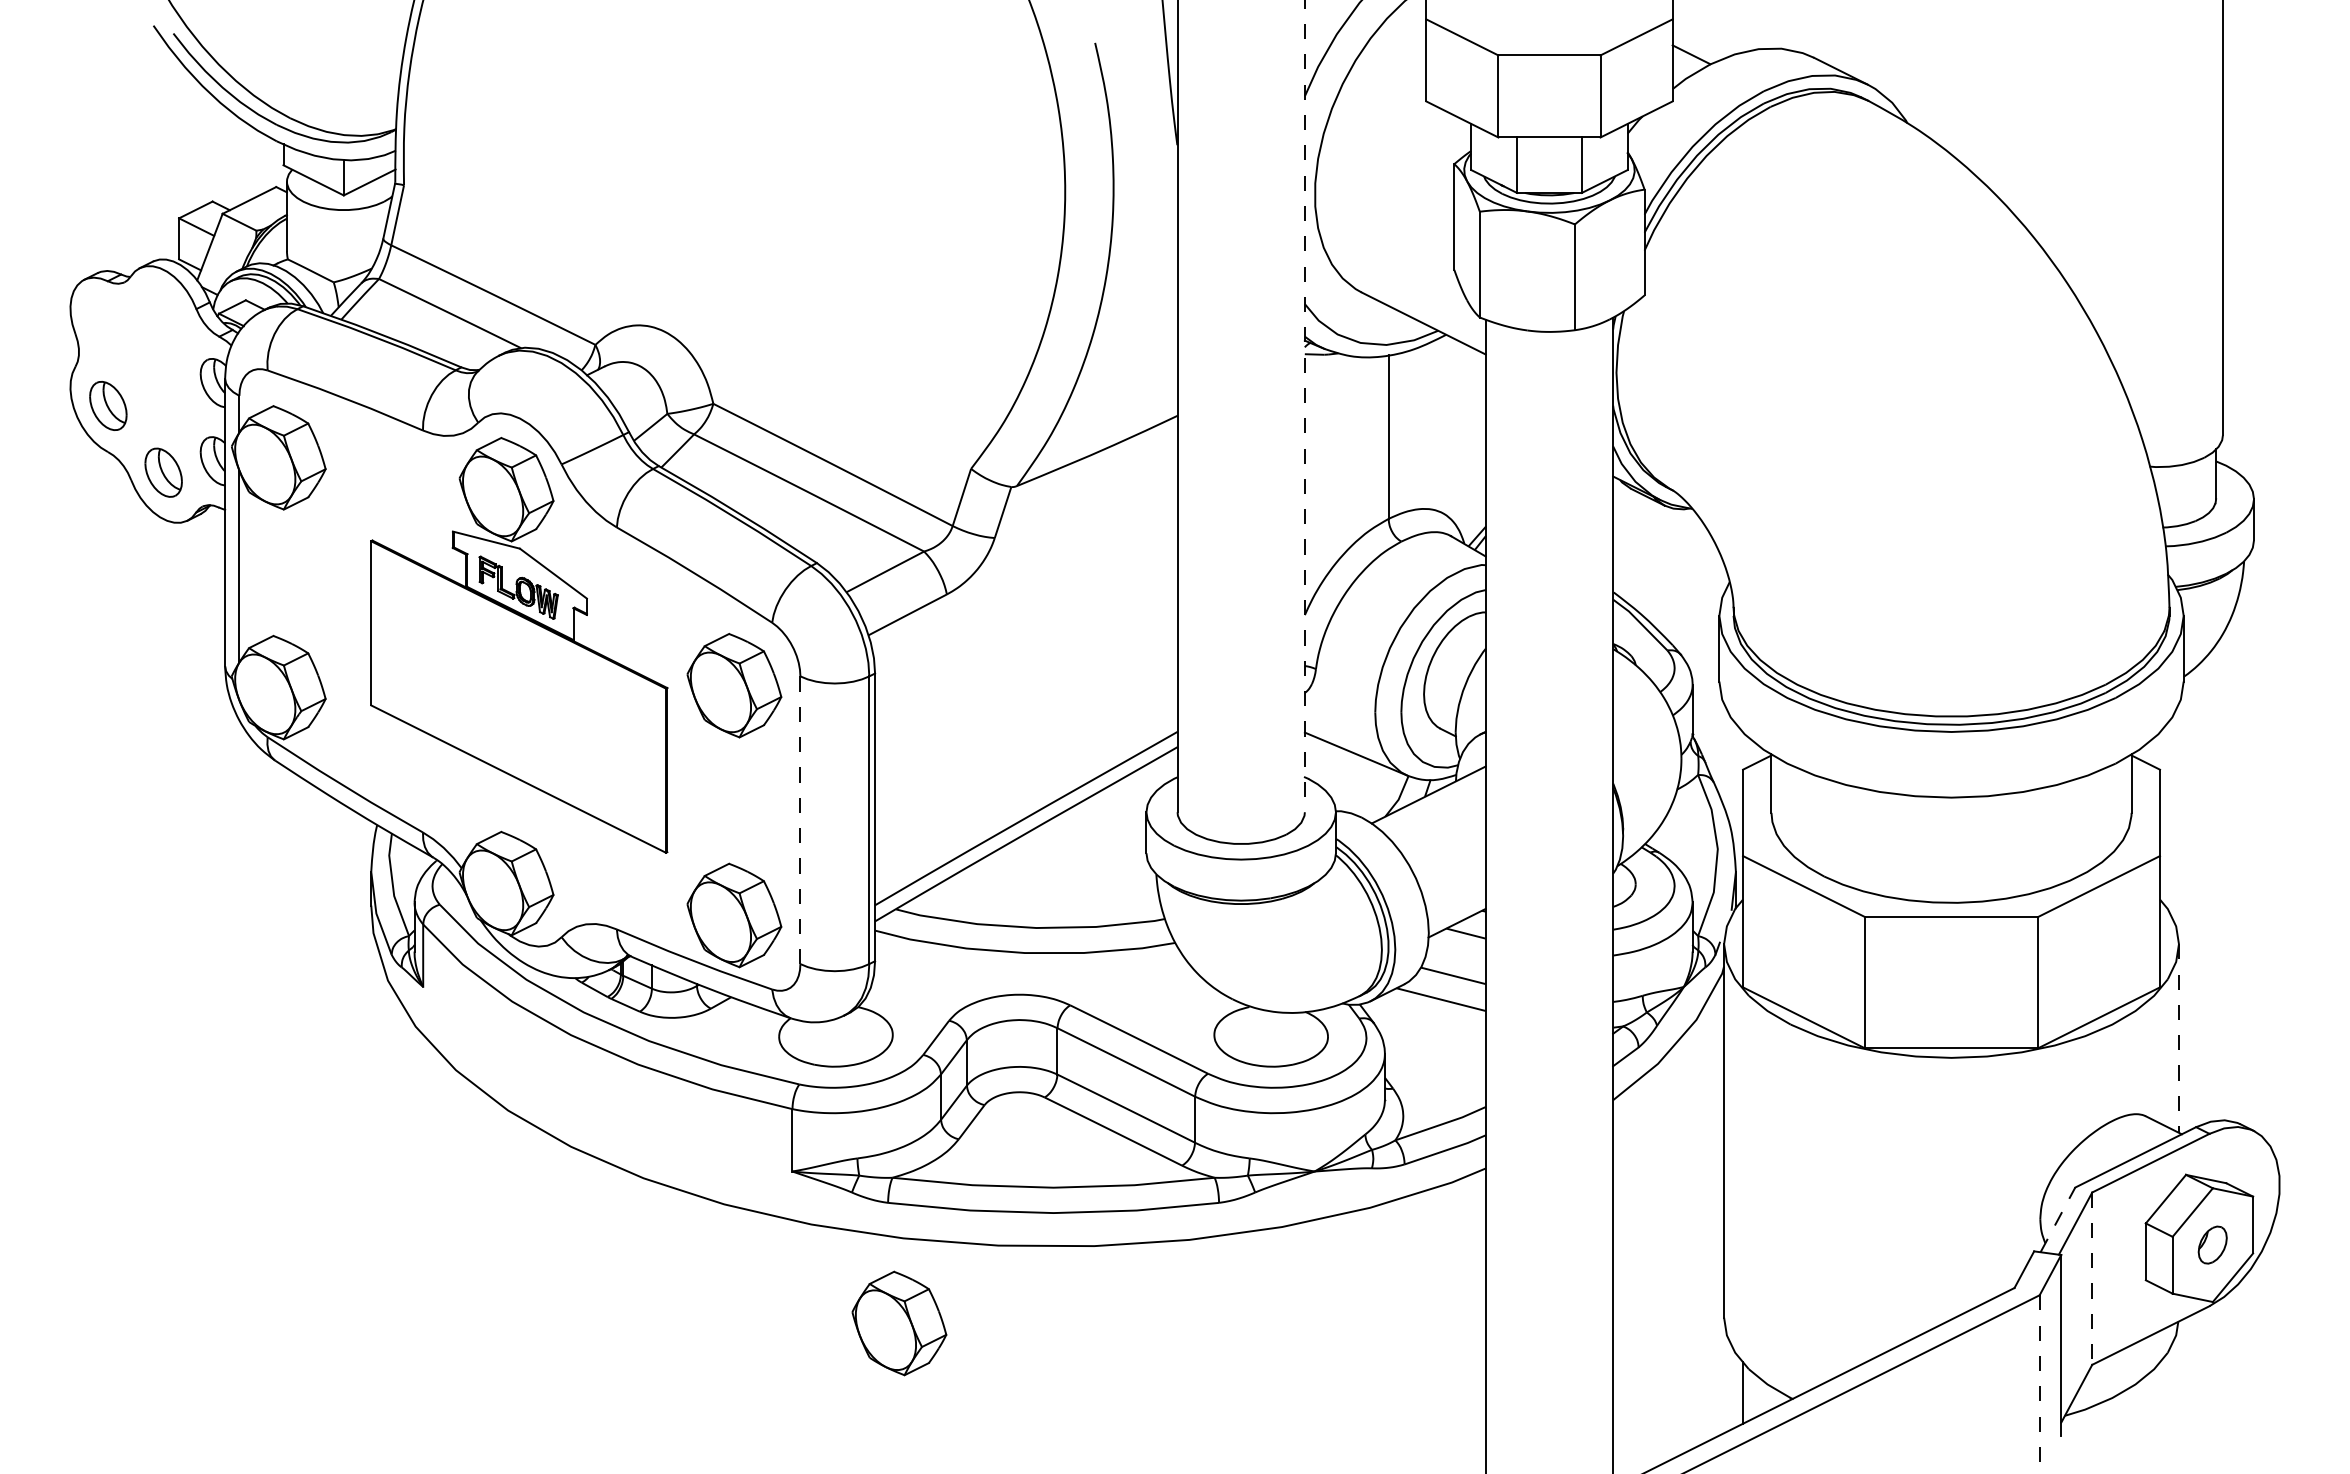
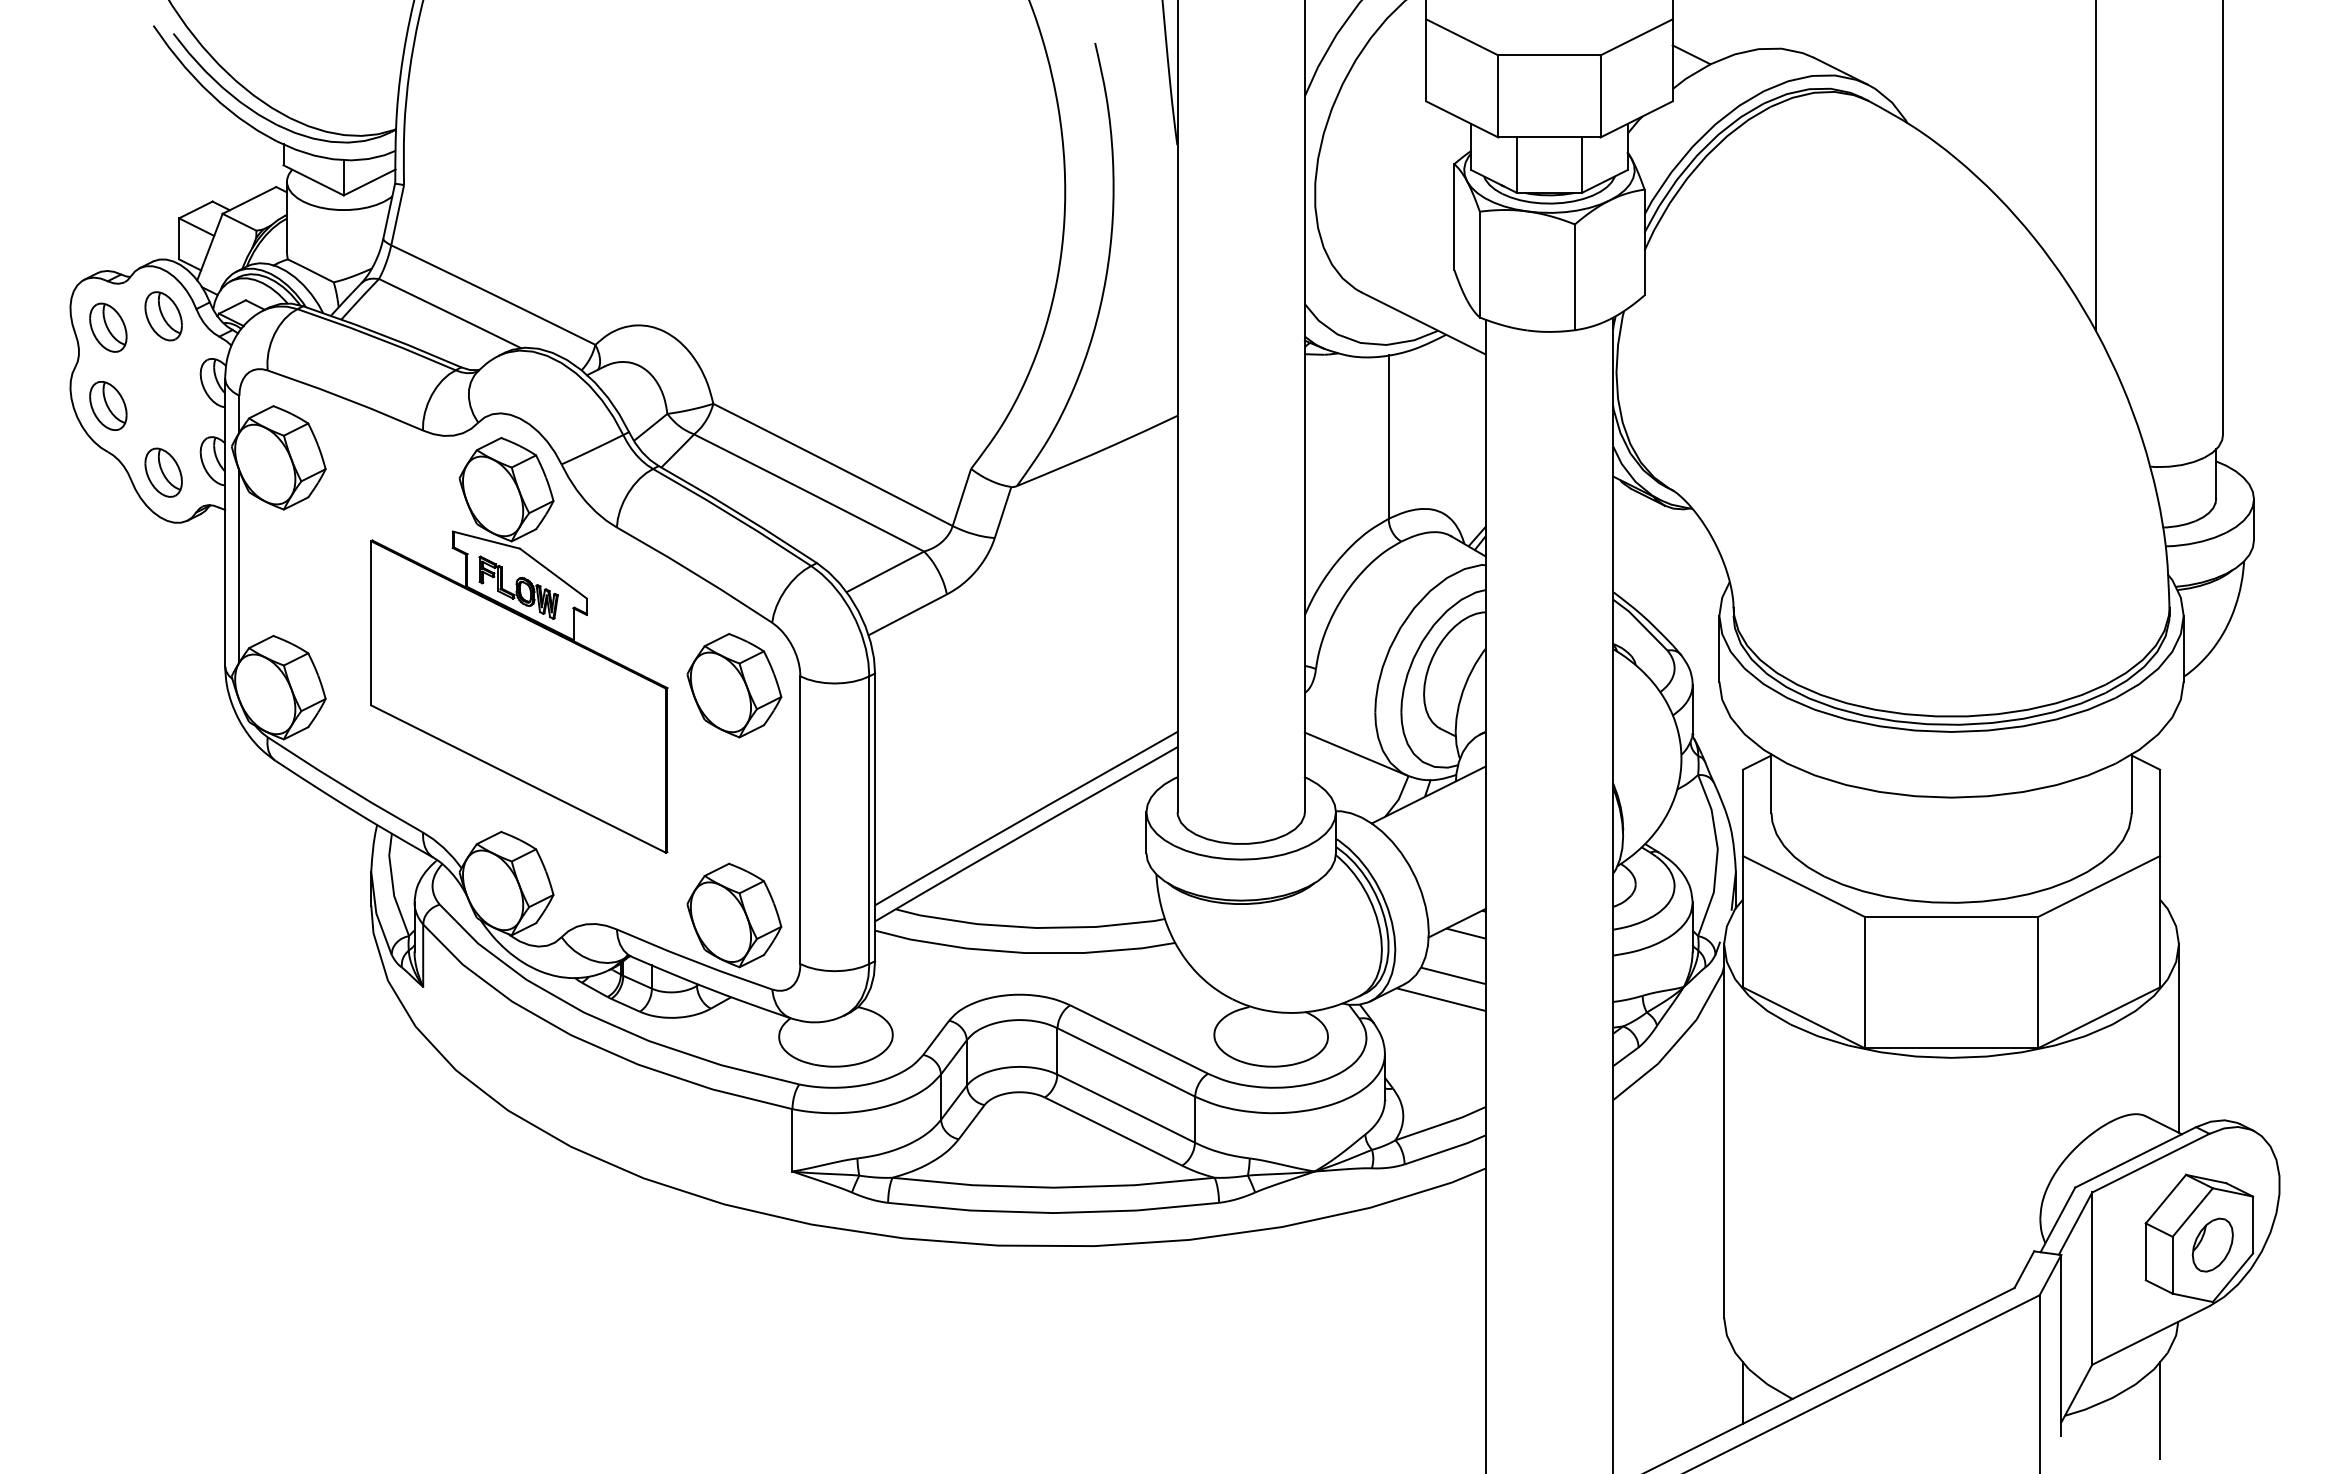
line at (2095, 166): none -> present
part at (163, 316): none -> present
part at (108, 327): none -> present
line at (1304, 406): dashed -> solid
line at (800, 820): dashed -> solid
line at (2178, 1039): dashed -> solid
line at (2057, 1219): dashed -> solid
part at (2212, 1244) size: 31x40 px -> 43x56 px
line at (2092, 1279): dashed -> solid
part at (899, 1323): present -> none
line at (2039, 1385): dashed -> solid
line at (2160, 1410): none -> present
